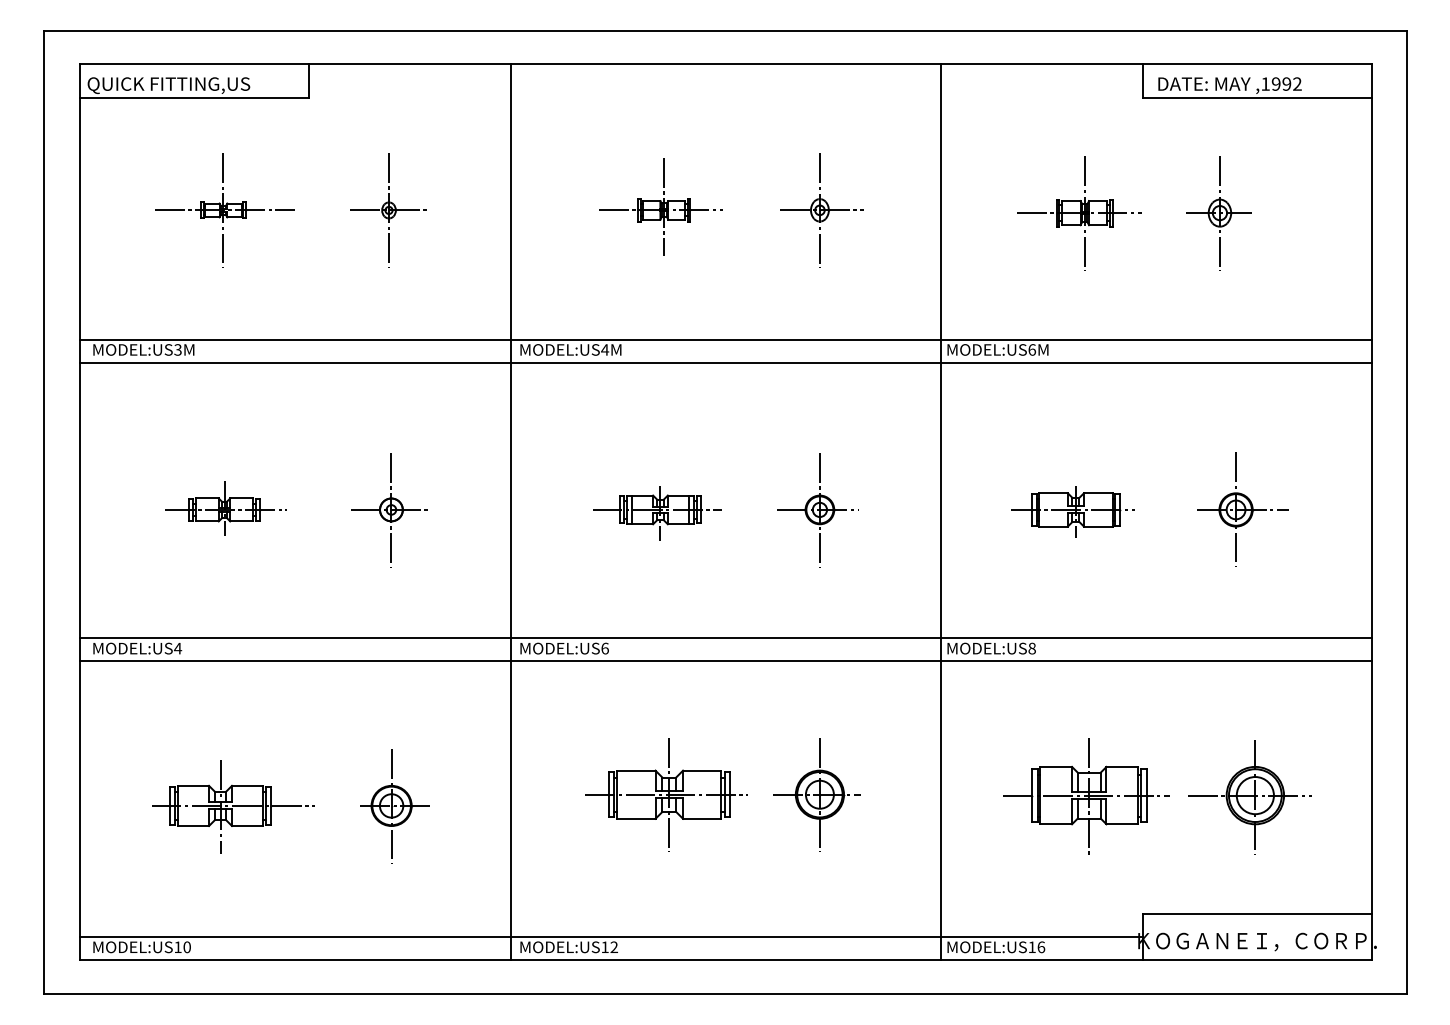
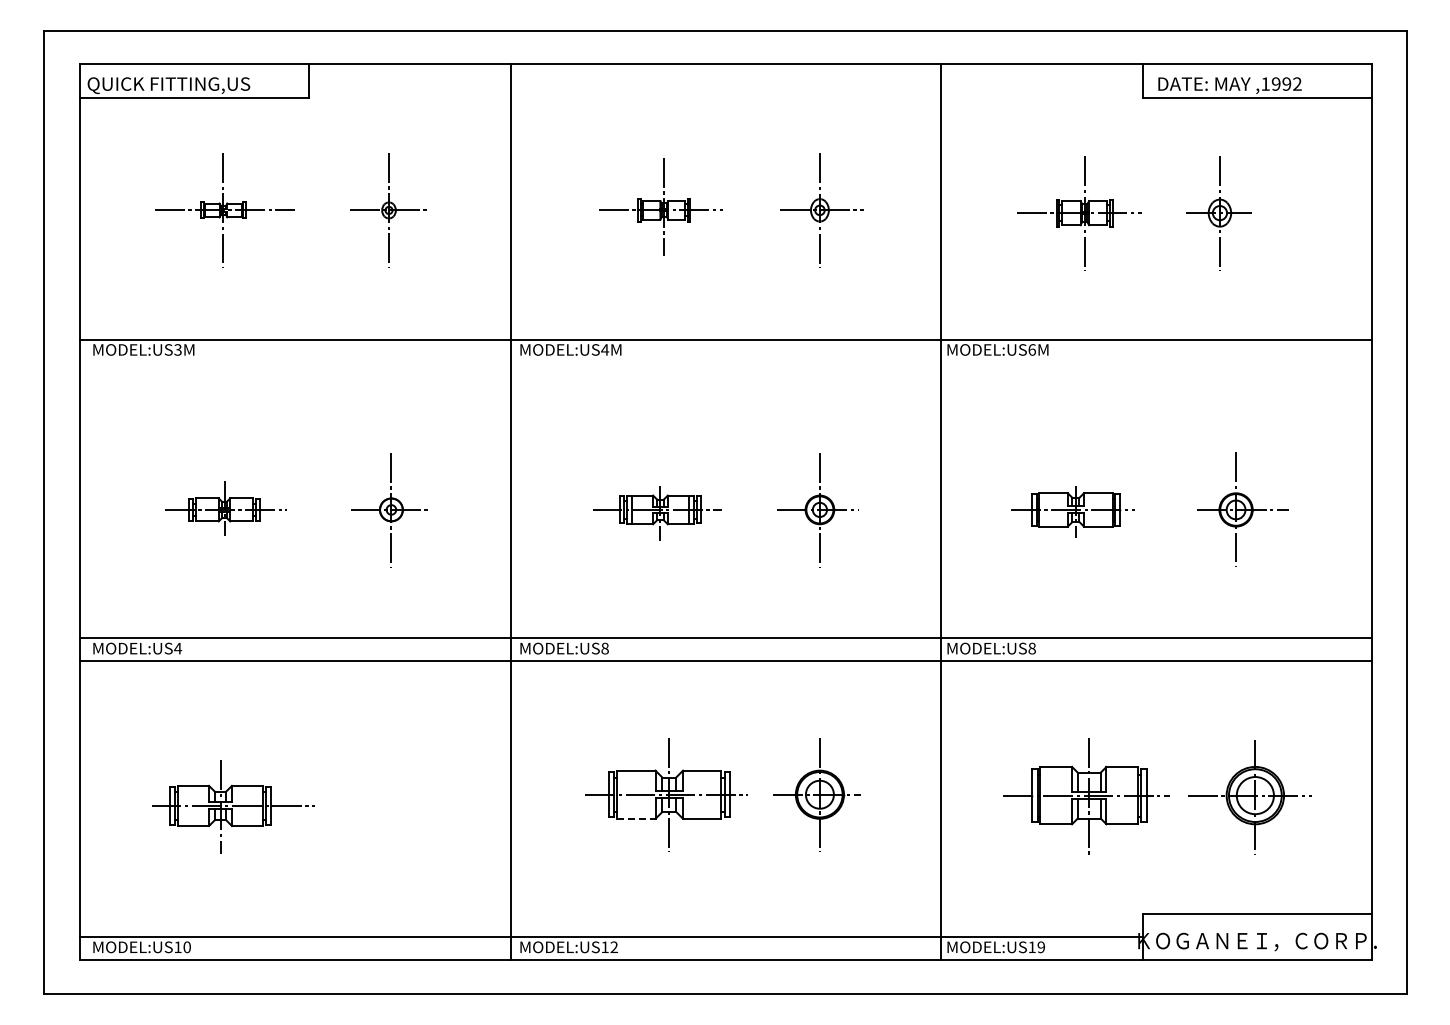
line at (725, 362): present -> none
text at (604, 648): MODEL:US6 -> MODEL:US8
part at (394, 806): present -> none
line at (636, 818): solid -> dashed
text at (1041, 947): MODEL:US16 -> MODEL:US19
